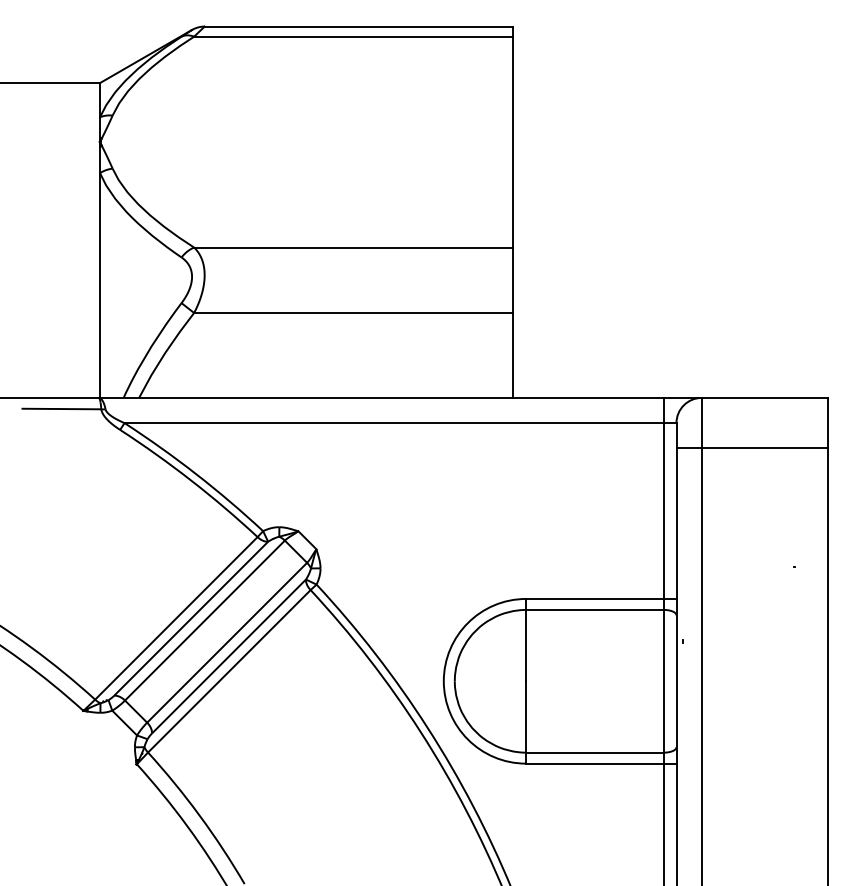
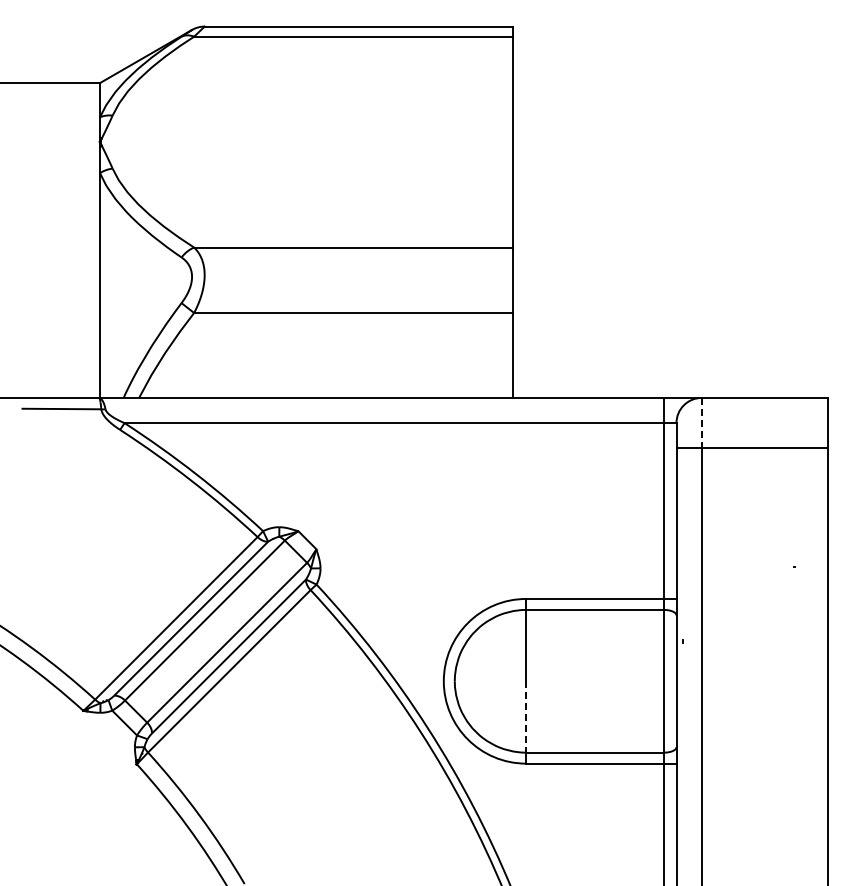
line at (701, 423): solid -> dashed
line at (526, 716): solid -> dashed
